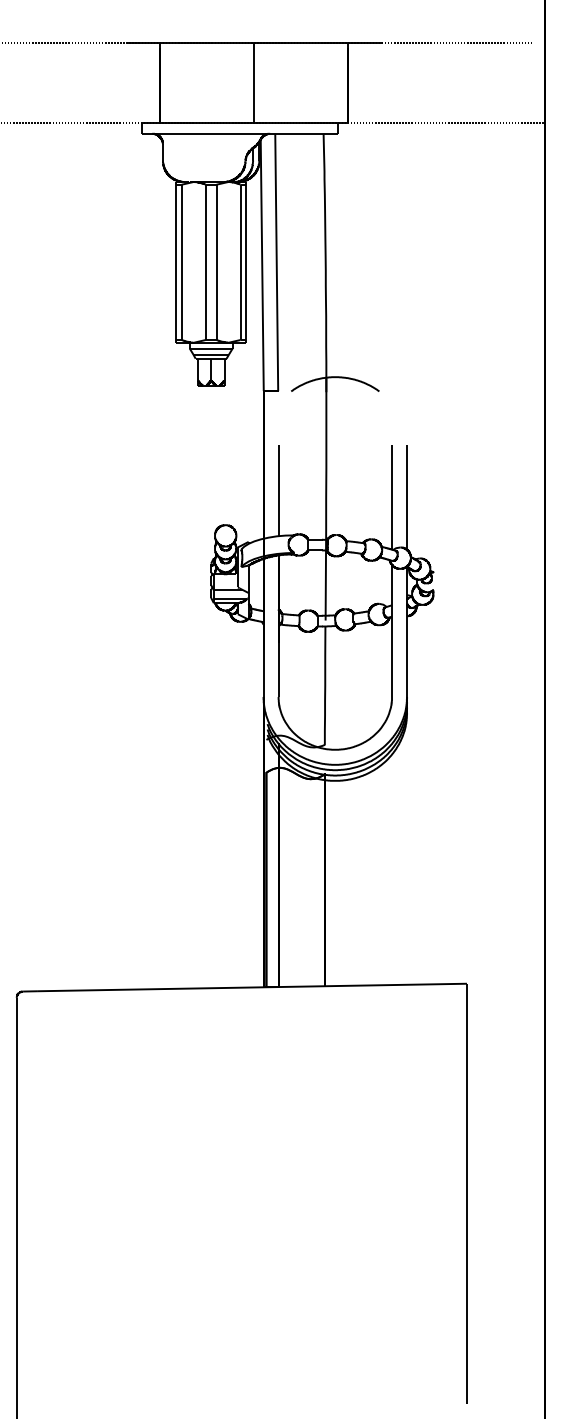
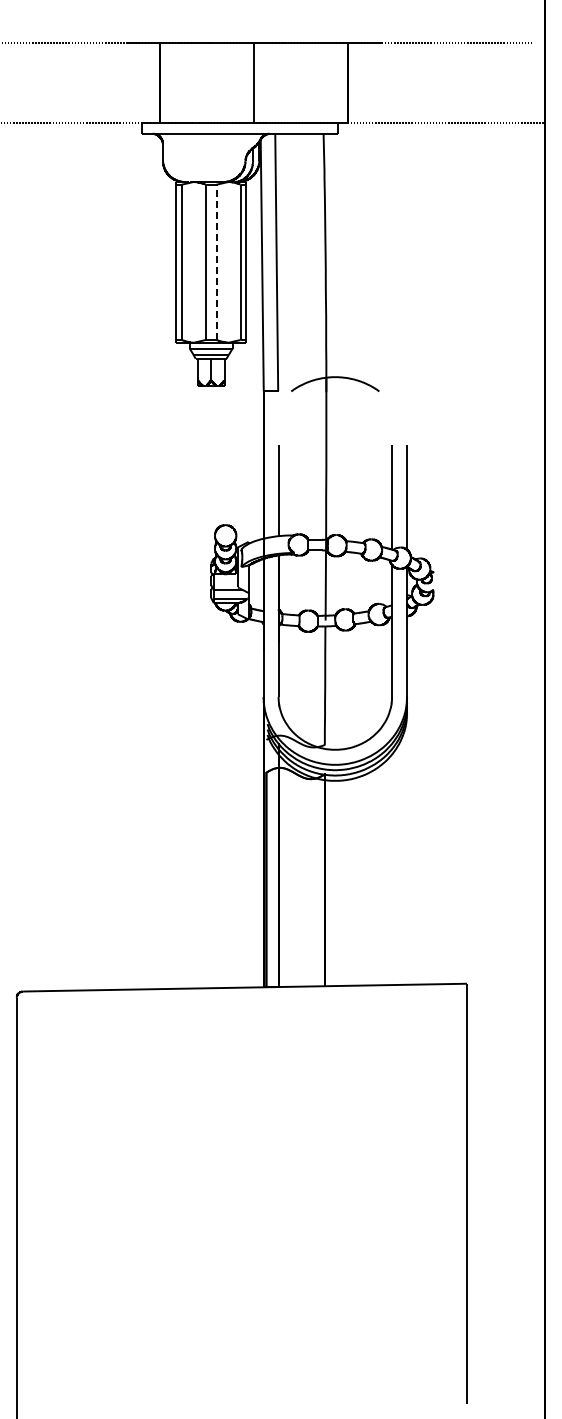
line at (216, 262): solid -> dashed
